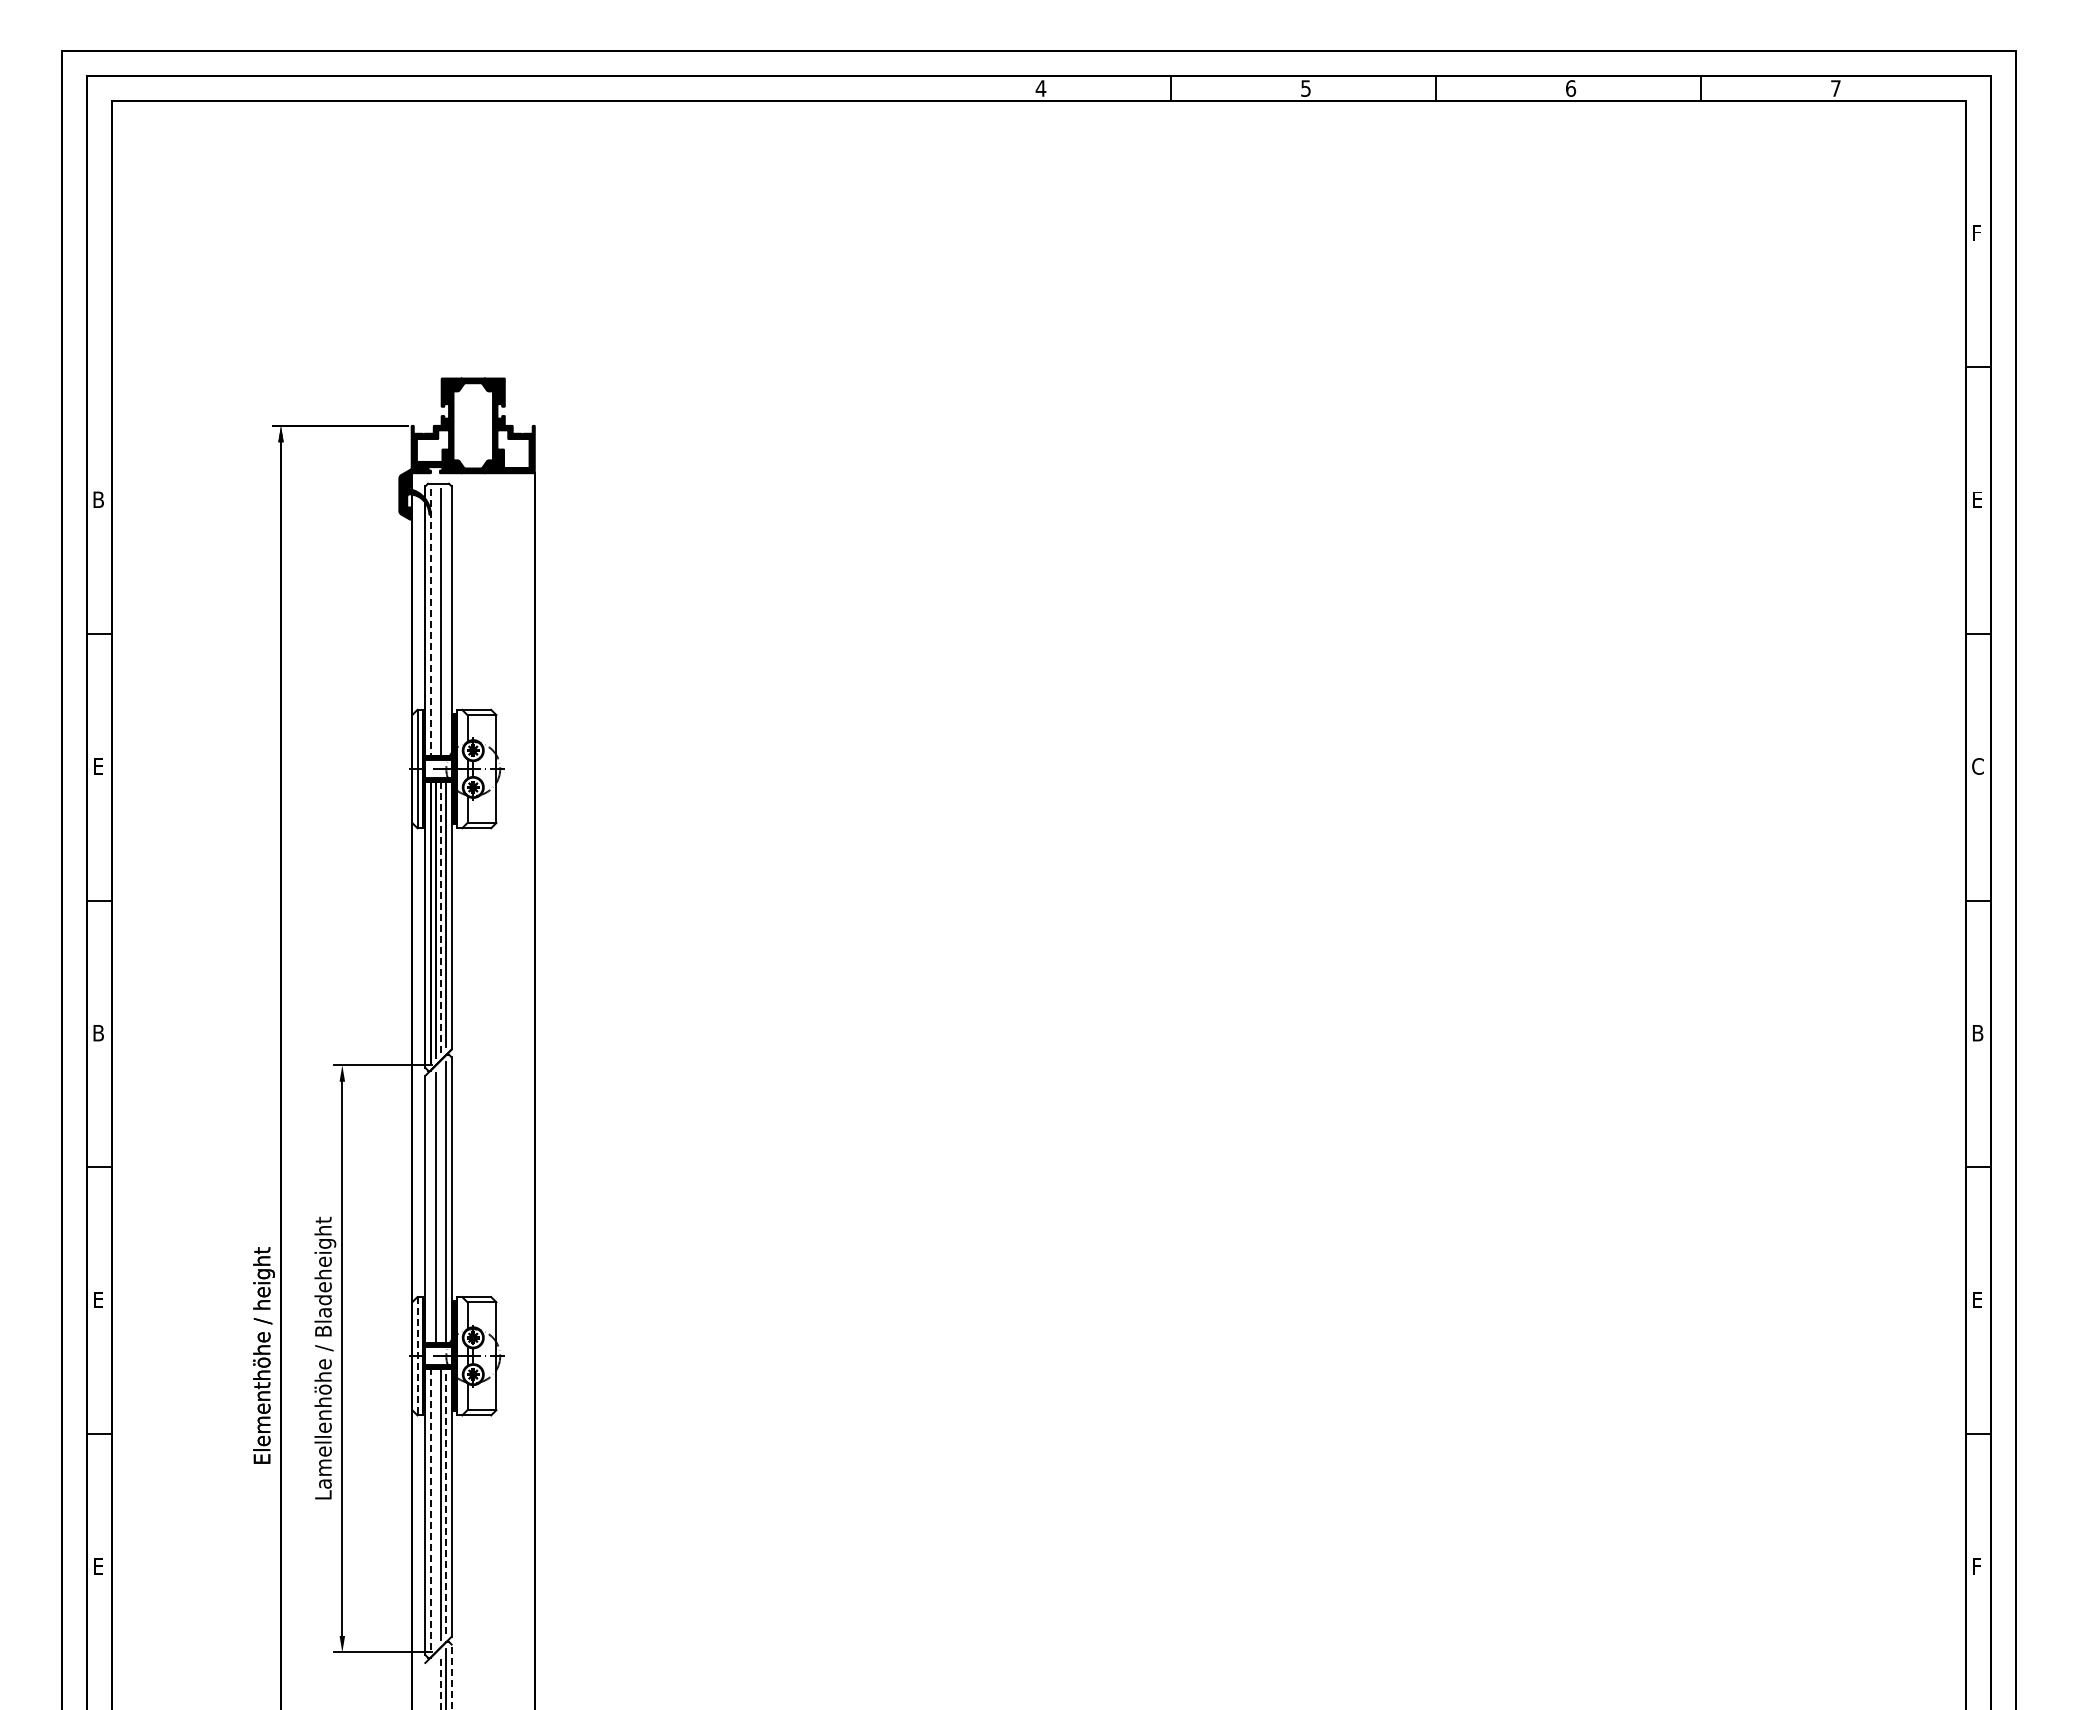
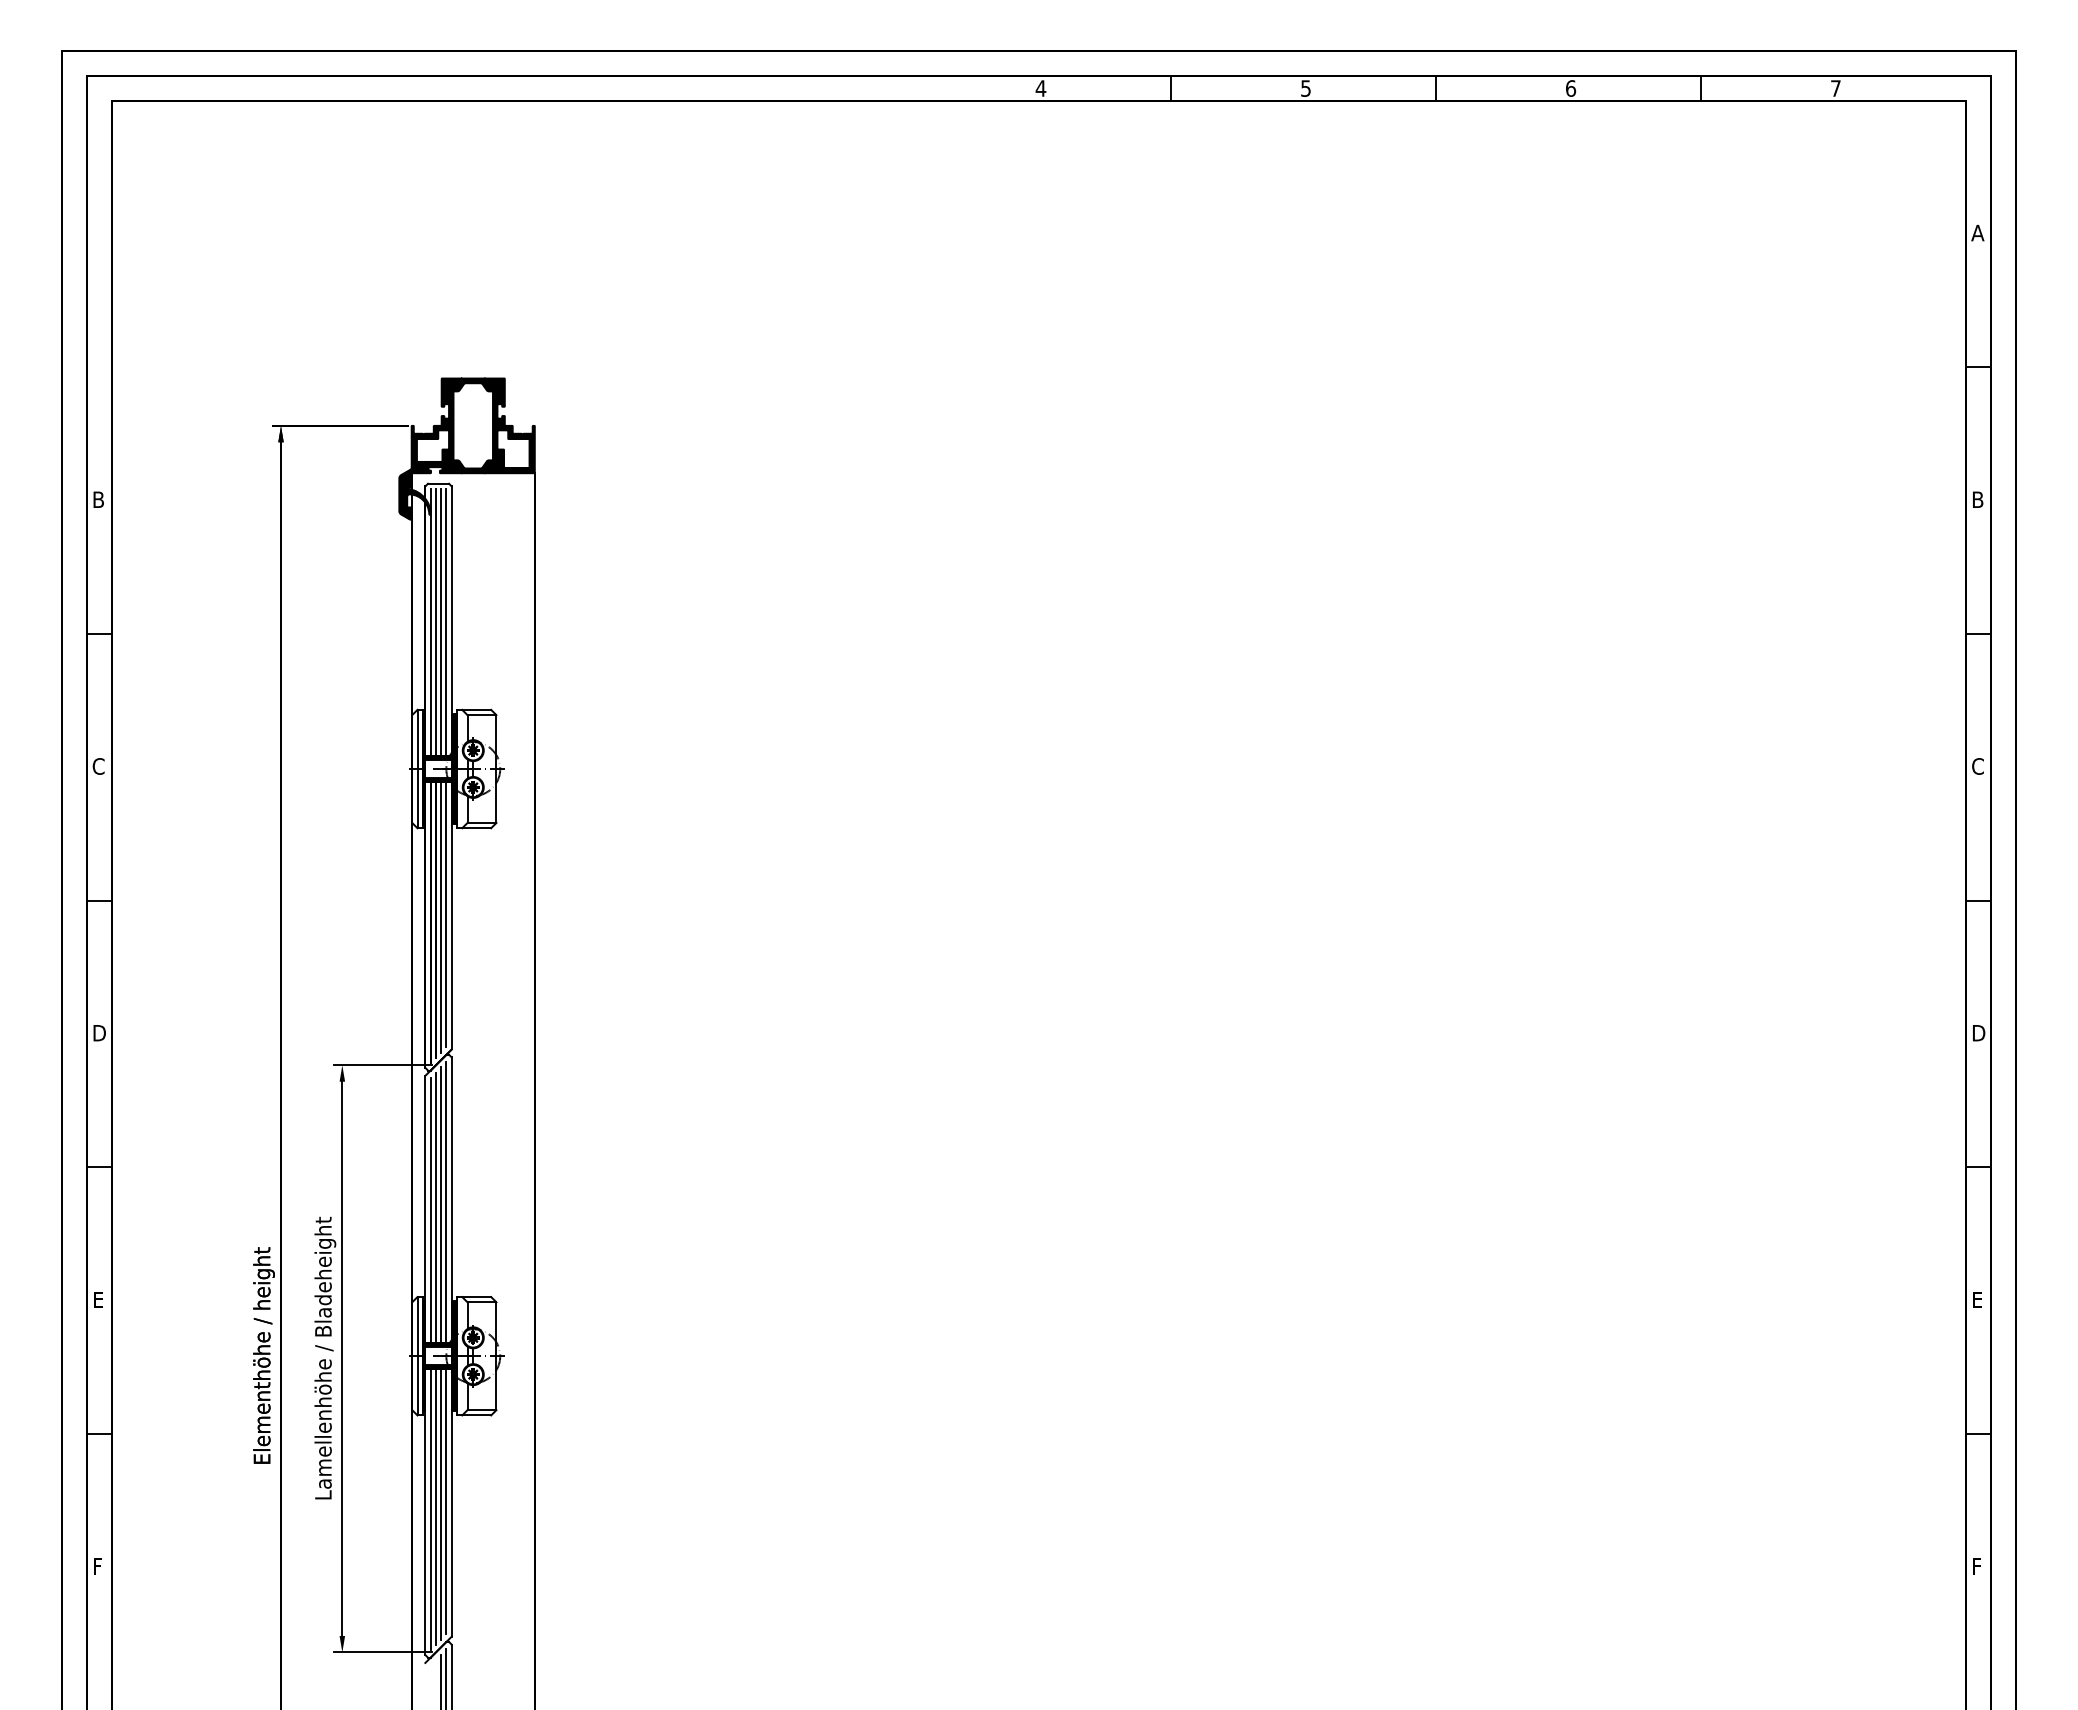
text at (1977, 232): F -> A
text at (1978, 499): E -> B
line at (430, 622): dashed -> solid
line at (435, 622): none -> present
line at (446, 622): none -> present
text at (98, 766): E -> C
line at (441, 917): dashed -> solid
text at (100, 1033): B -> D
text at (1980, 1033): B -> D
line at (441, 1205): none -> present
line at (430, 1210): none -> present
line at (417, 1356): dashed -> solid
line at (446, 1501): dashed -> solid
line at (435, 1507): none -> present
line at (430, 1509): dashed -> solid
text at (99, 1566): E -> F
line at (451, 1676): dashed -> solid
line at (441, 1681): dashed -> solid
